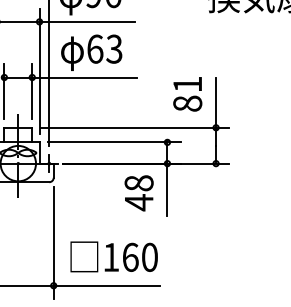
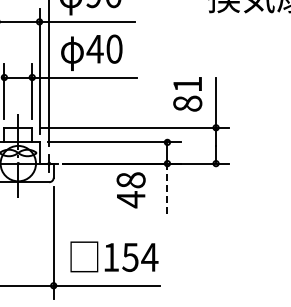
text at (104, 48): 63 -> 40
line at (167, 189): solid -> dashed
text at (138, 193) position: (138, 193) -> (130, 190)
text at (140, 256): 160 -> 154
